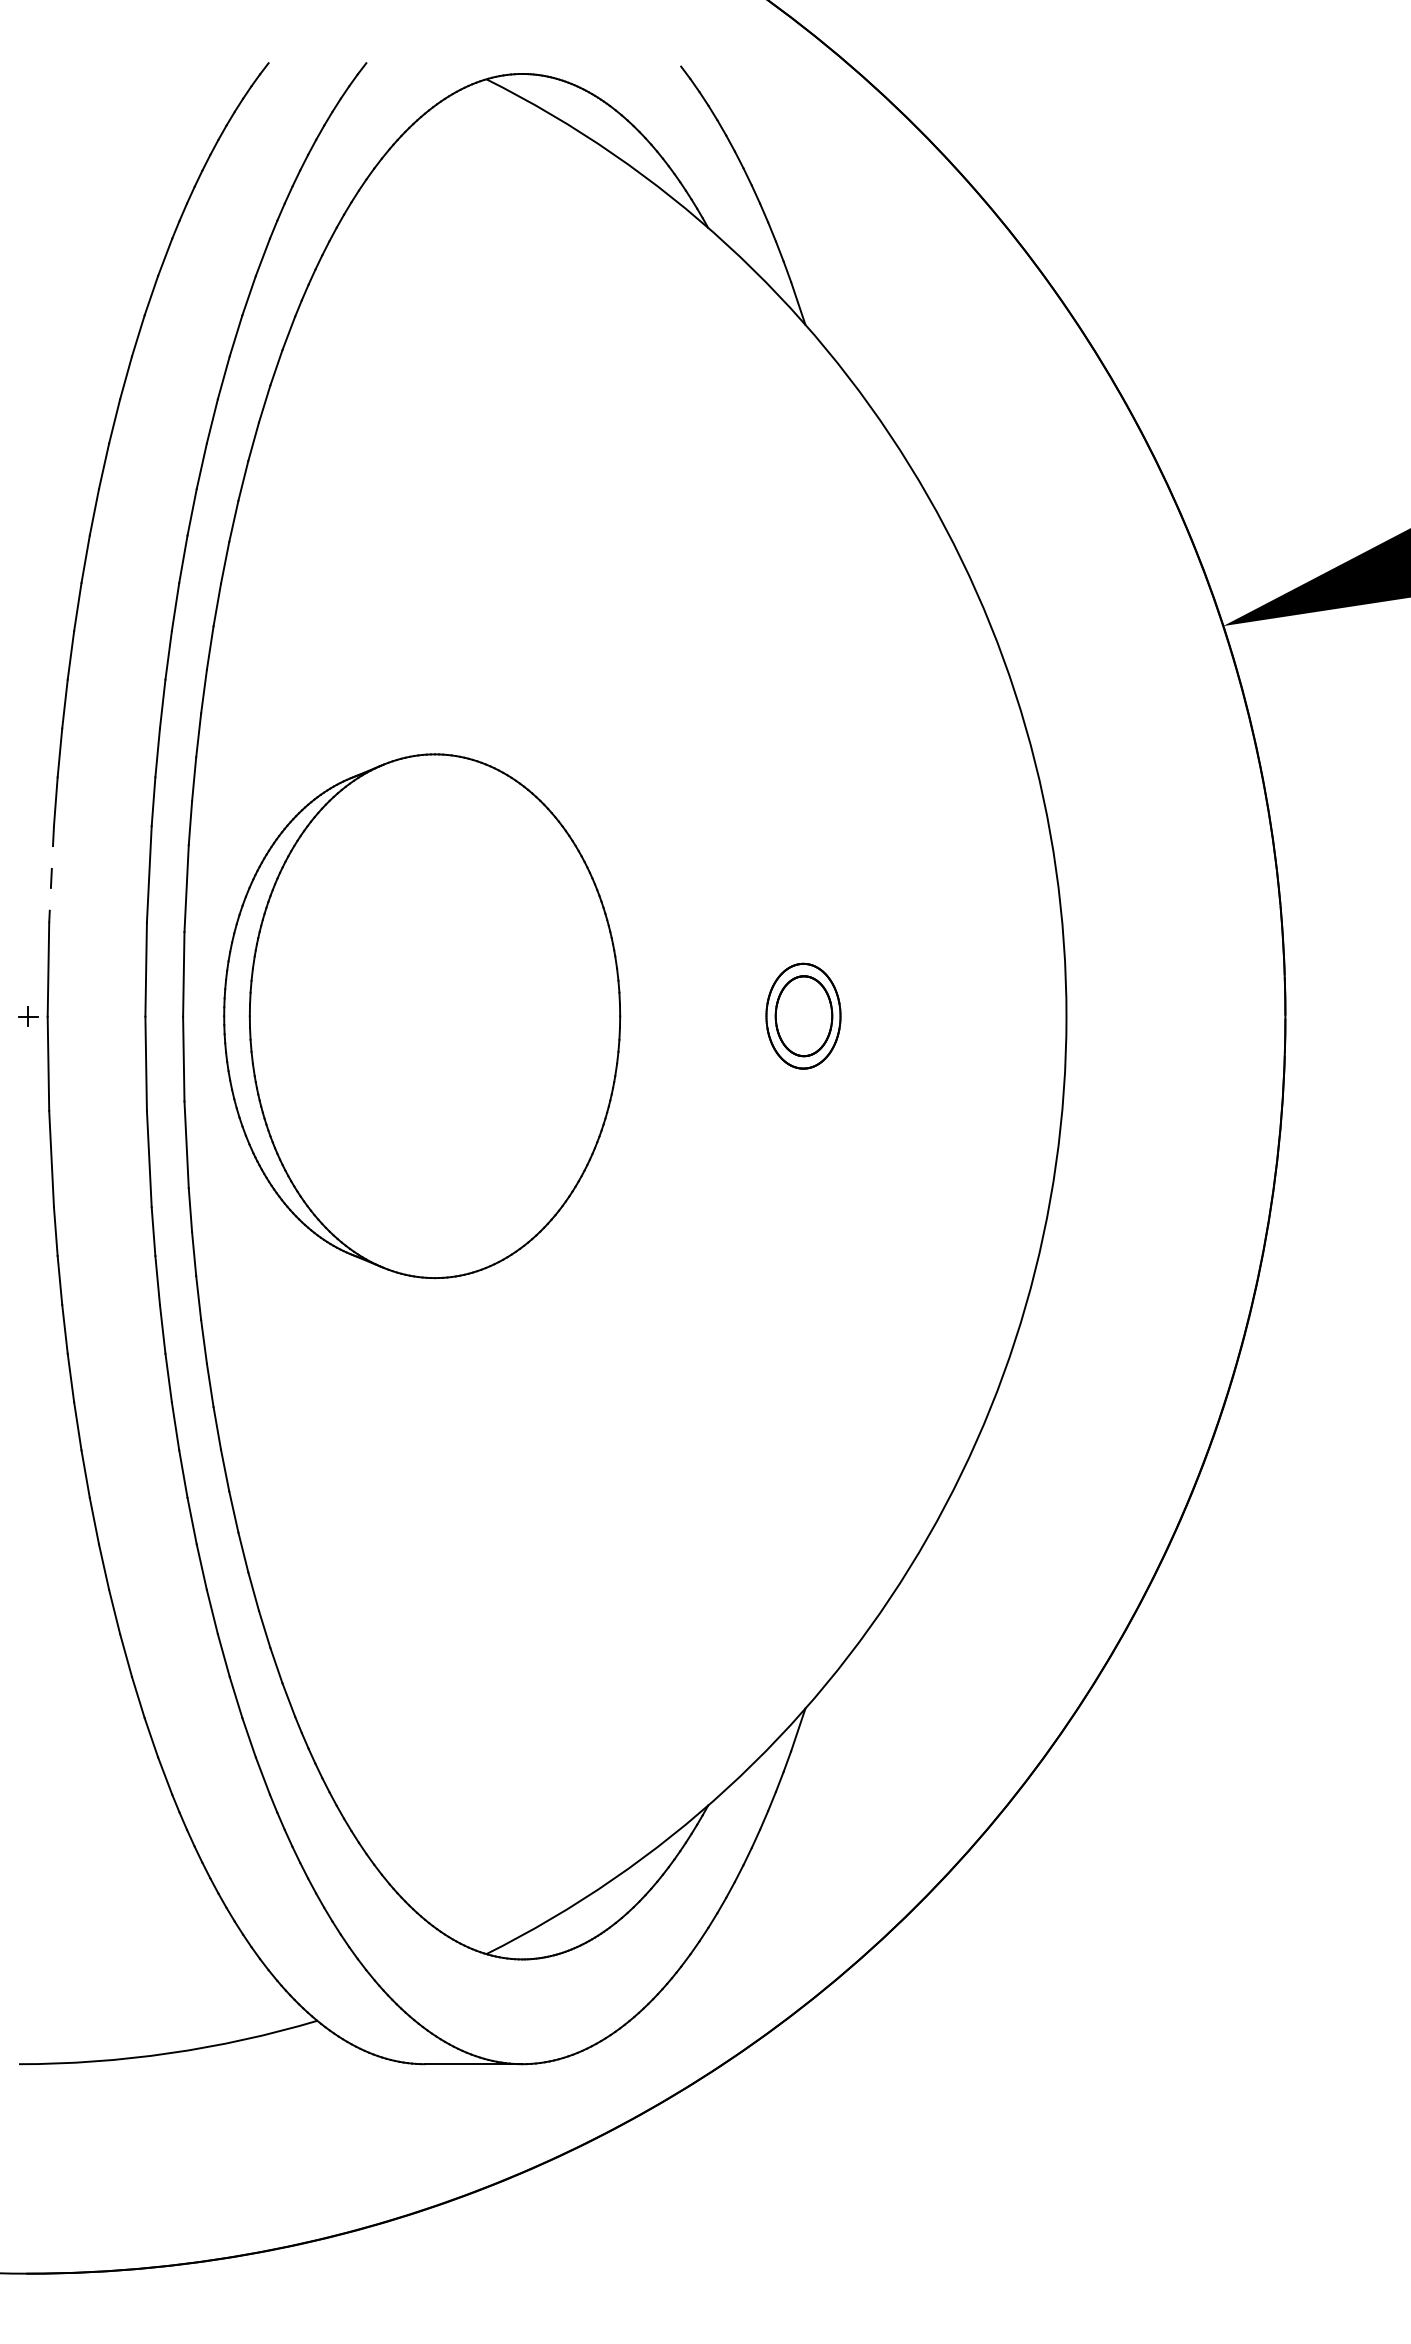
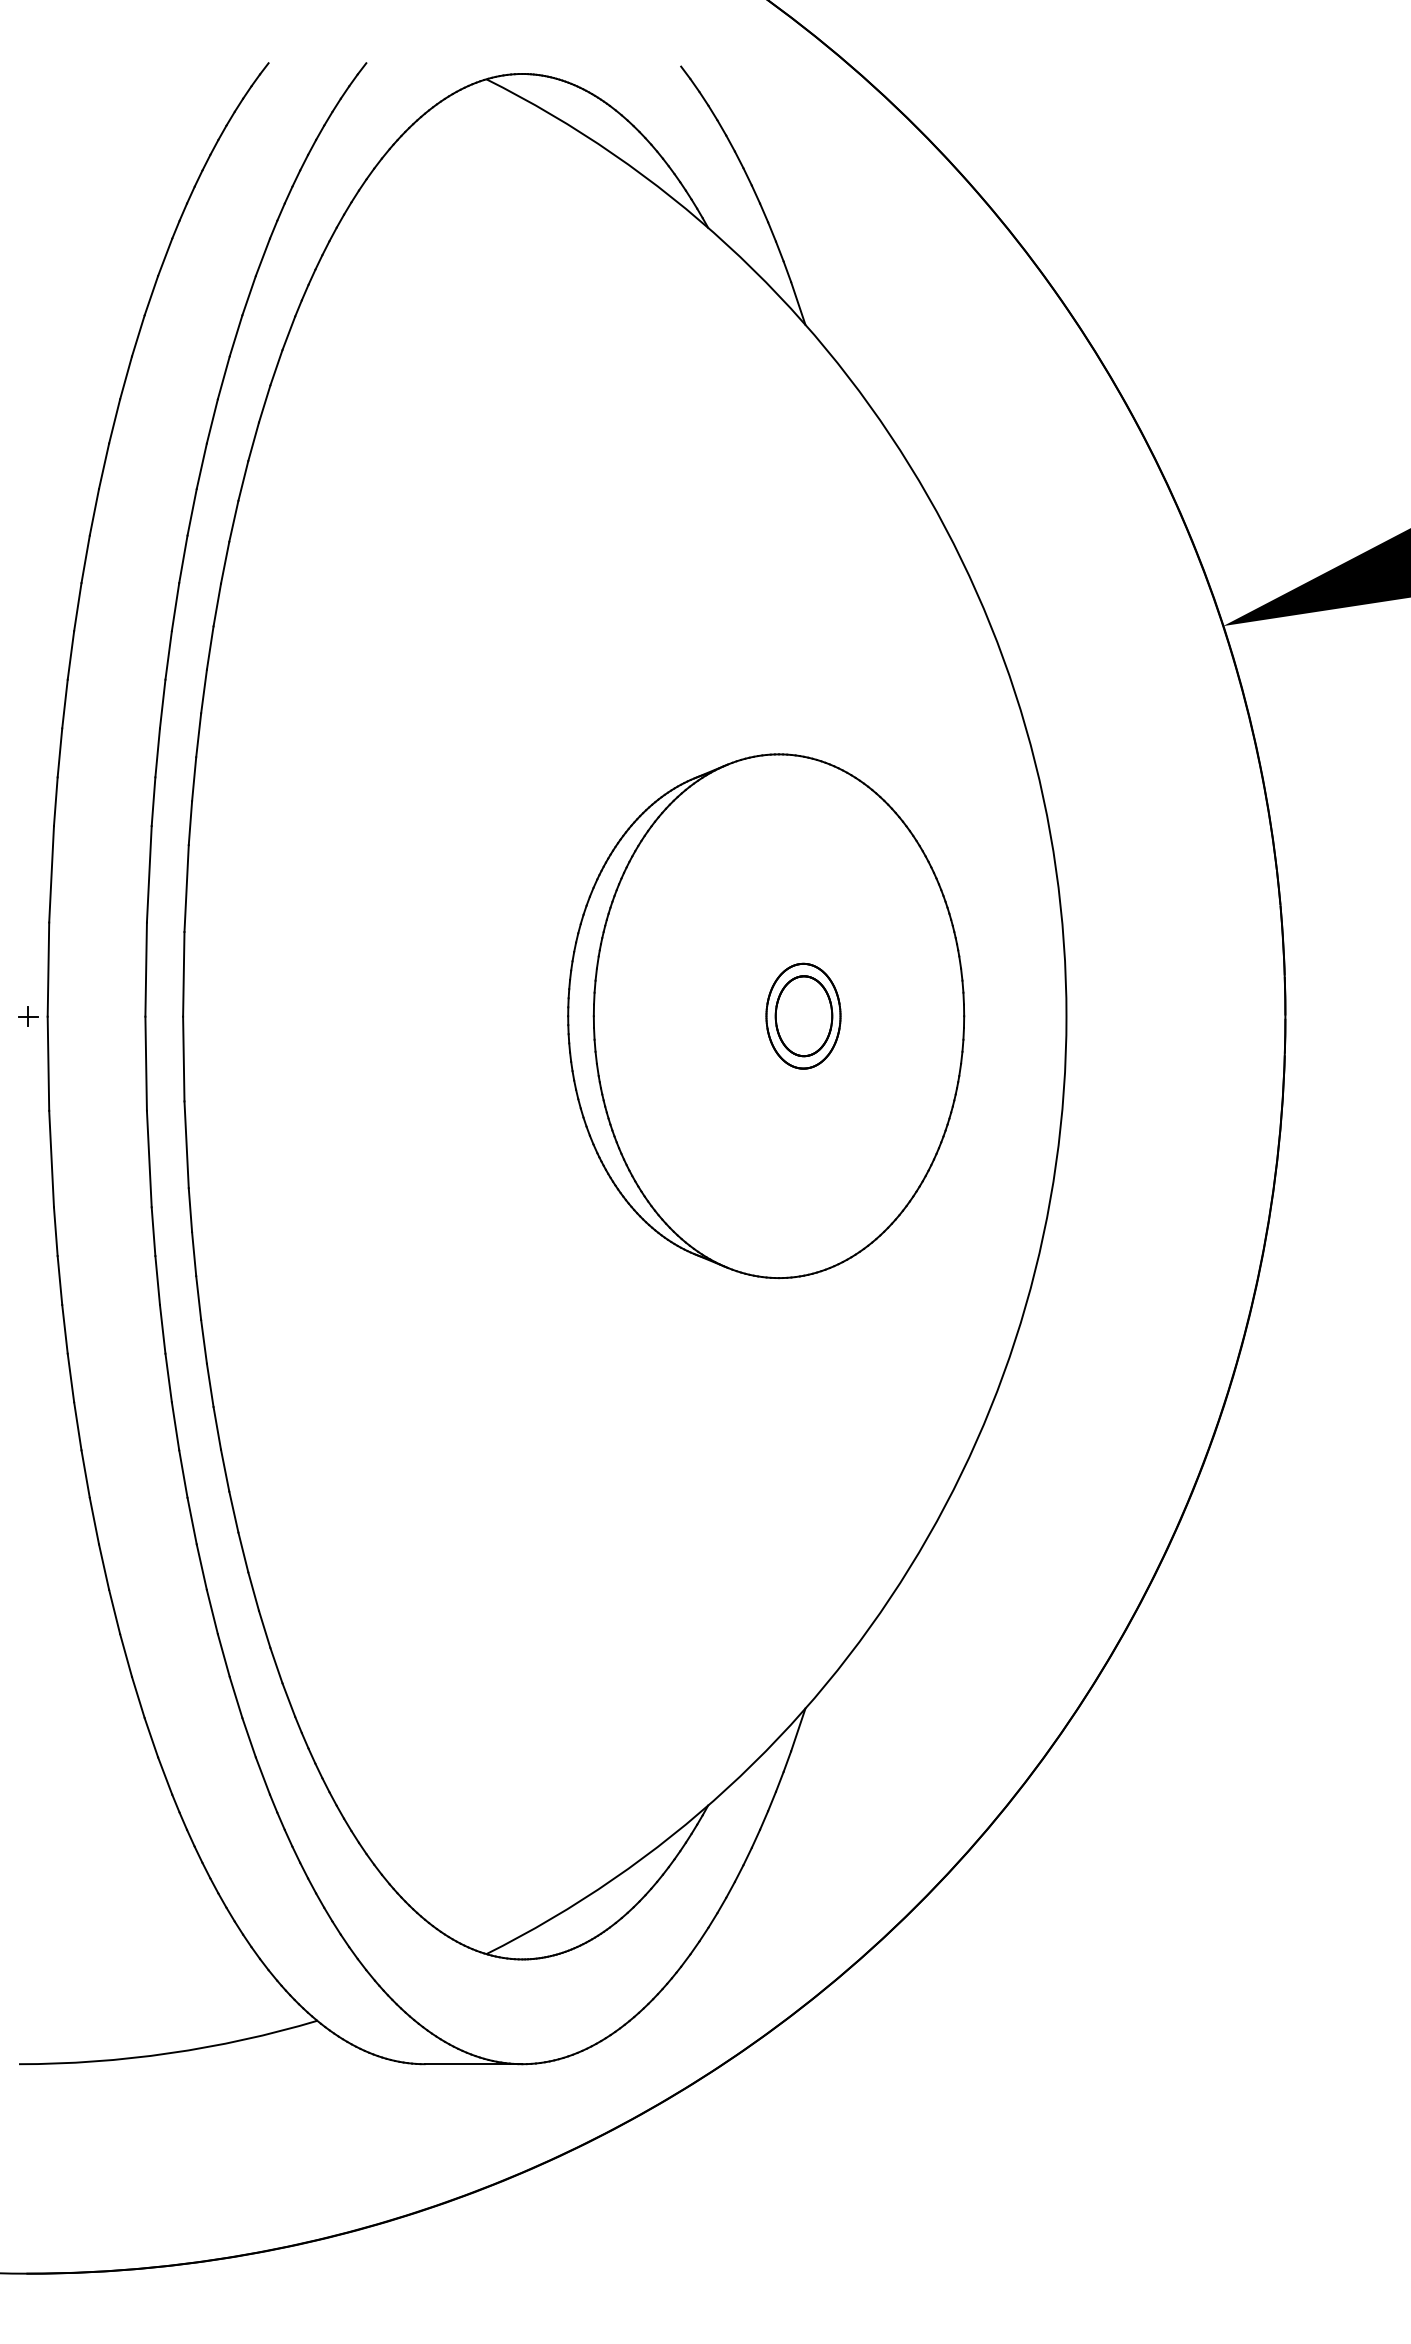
line at (51, 874): dashed -> solid
part at (422, 1016) position: (422, 1016) -> (766, 1016)
